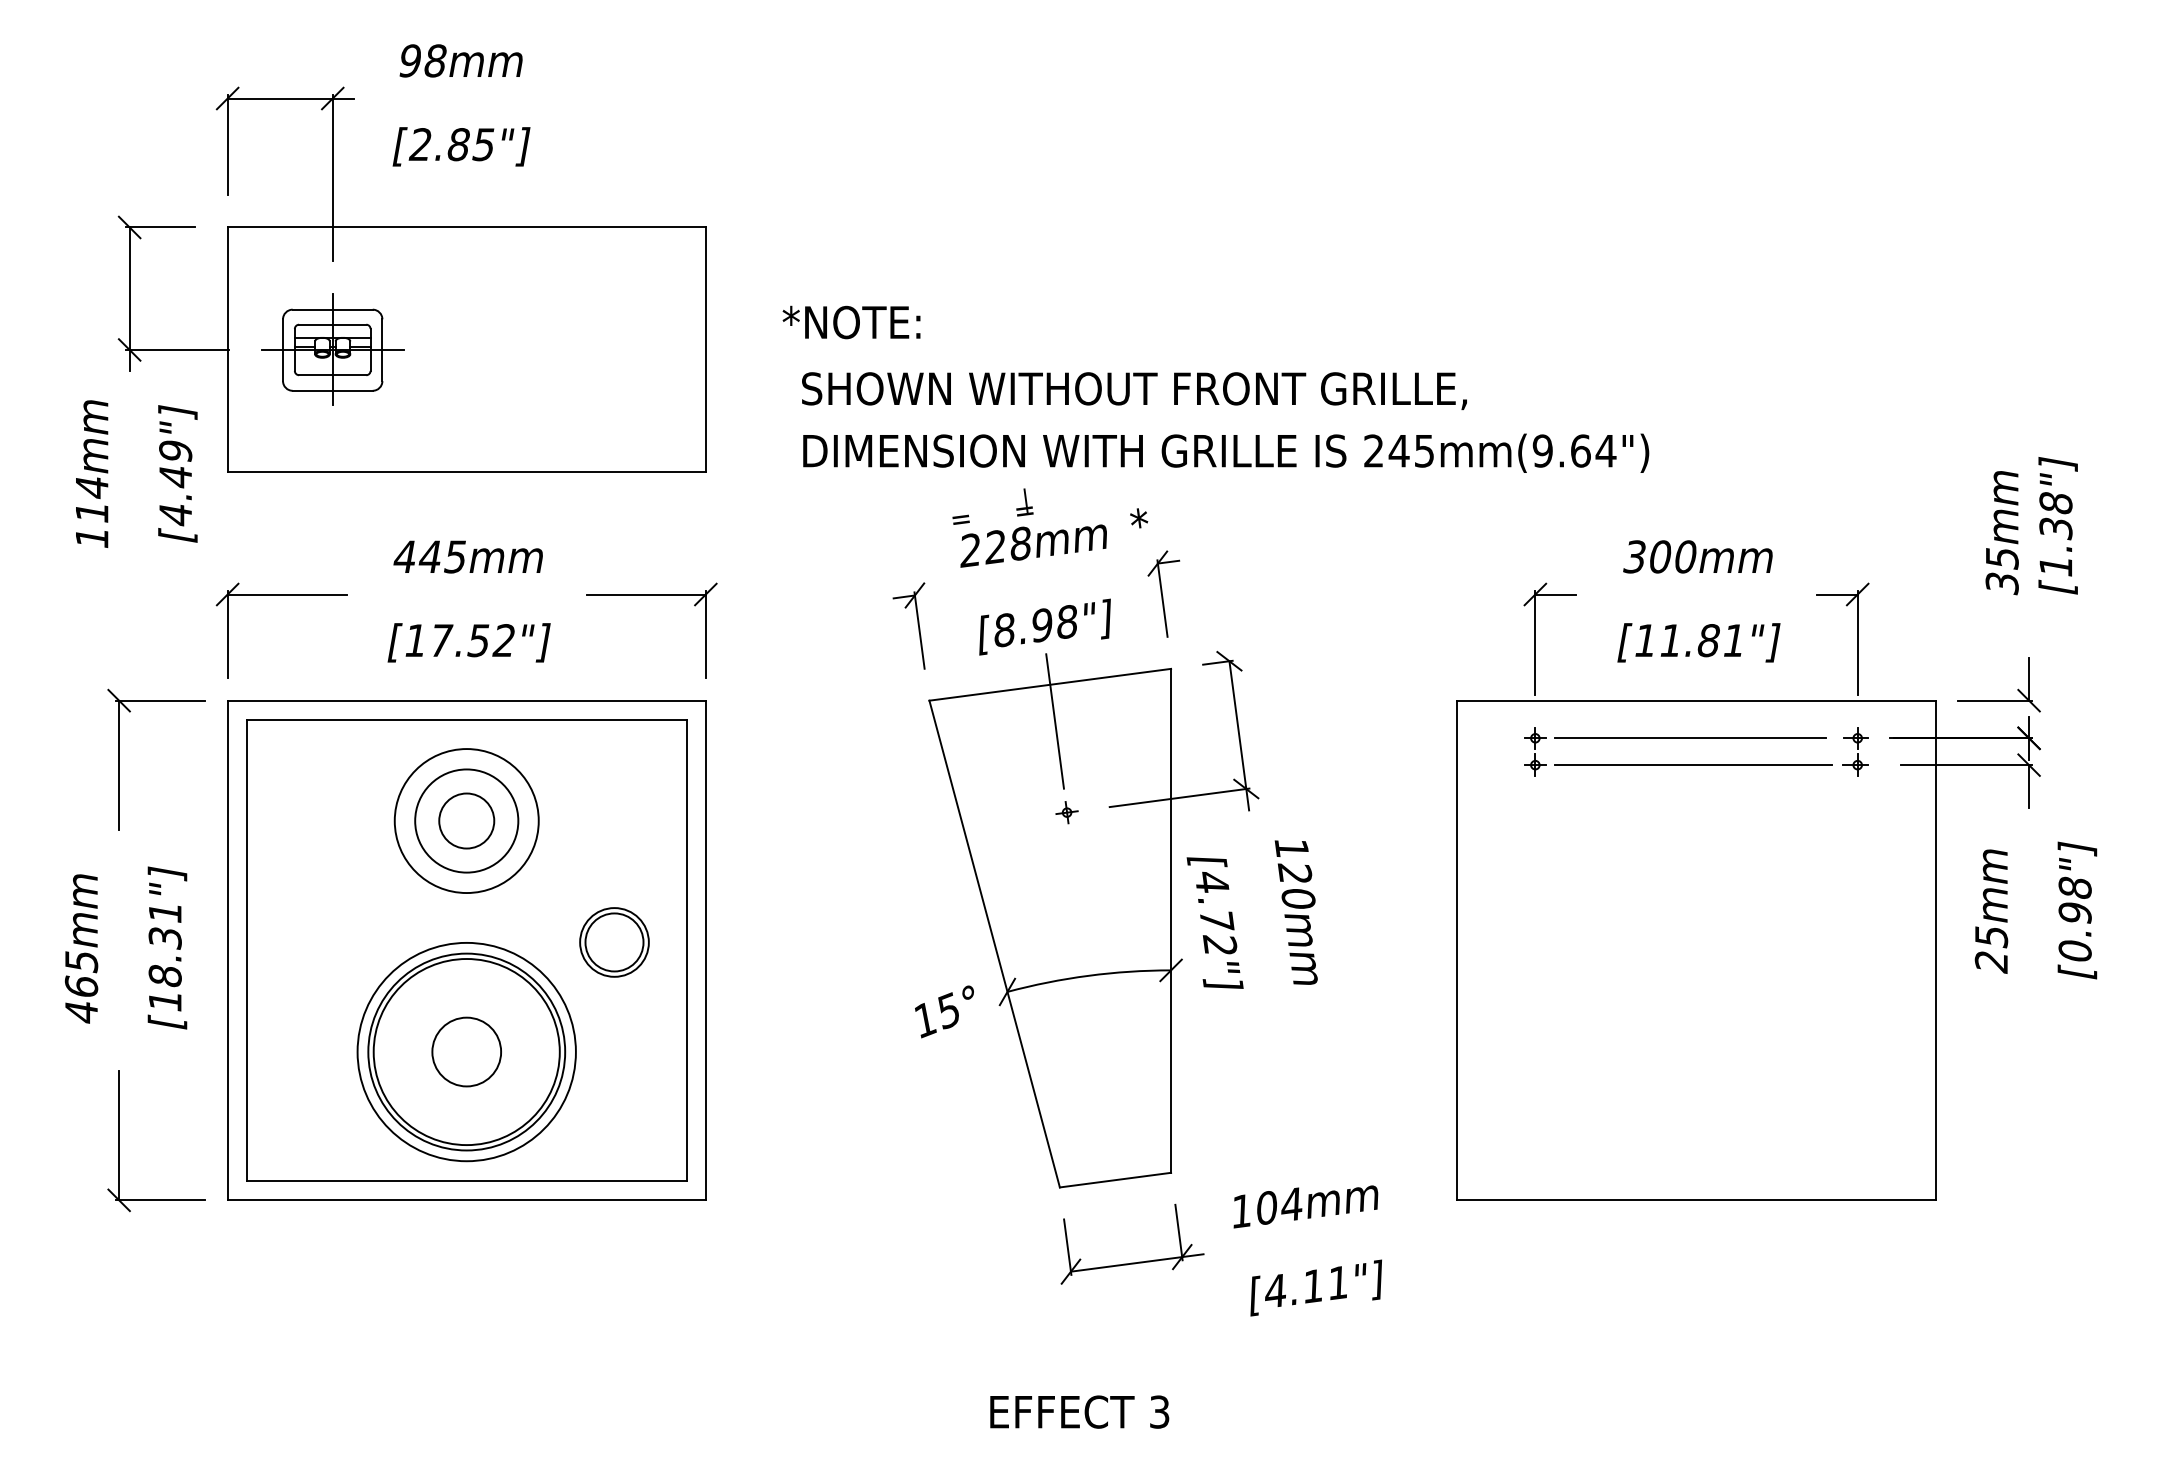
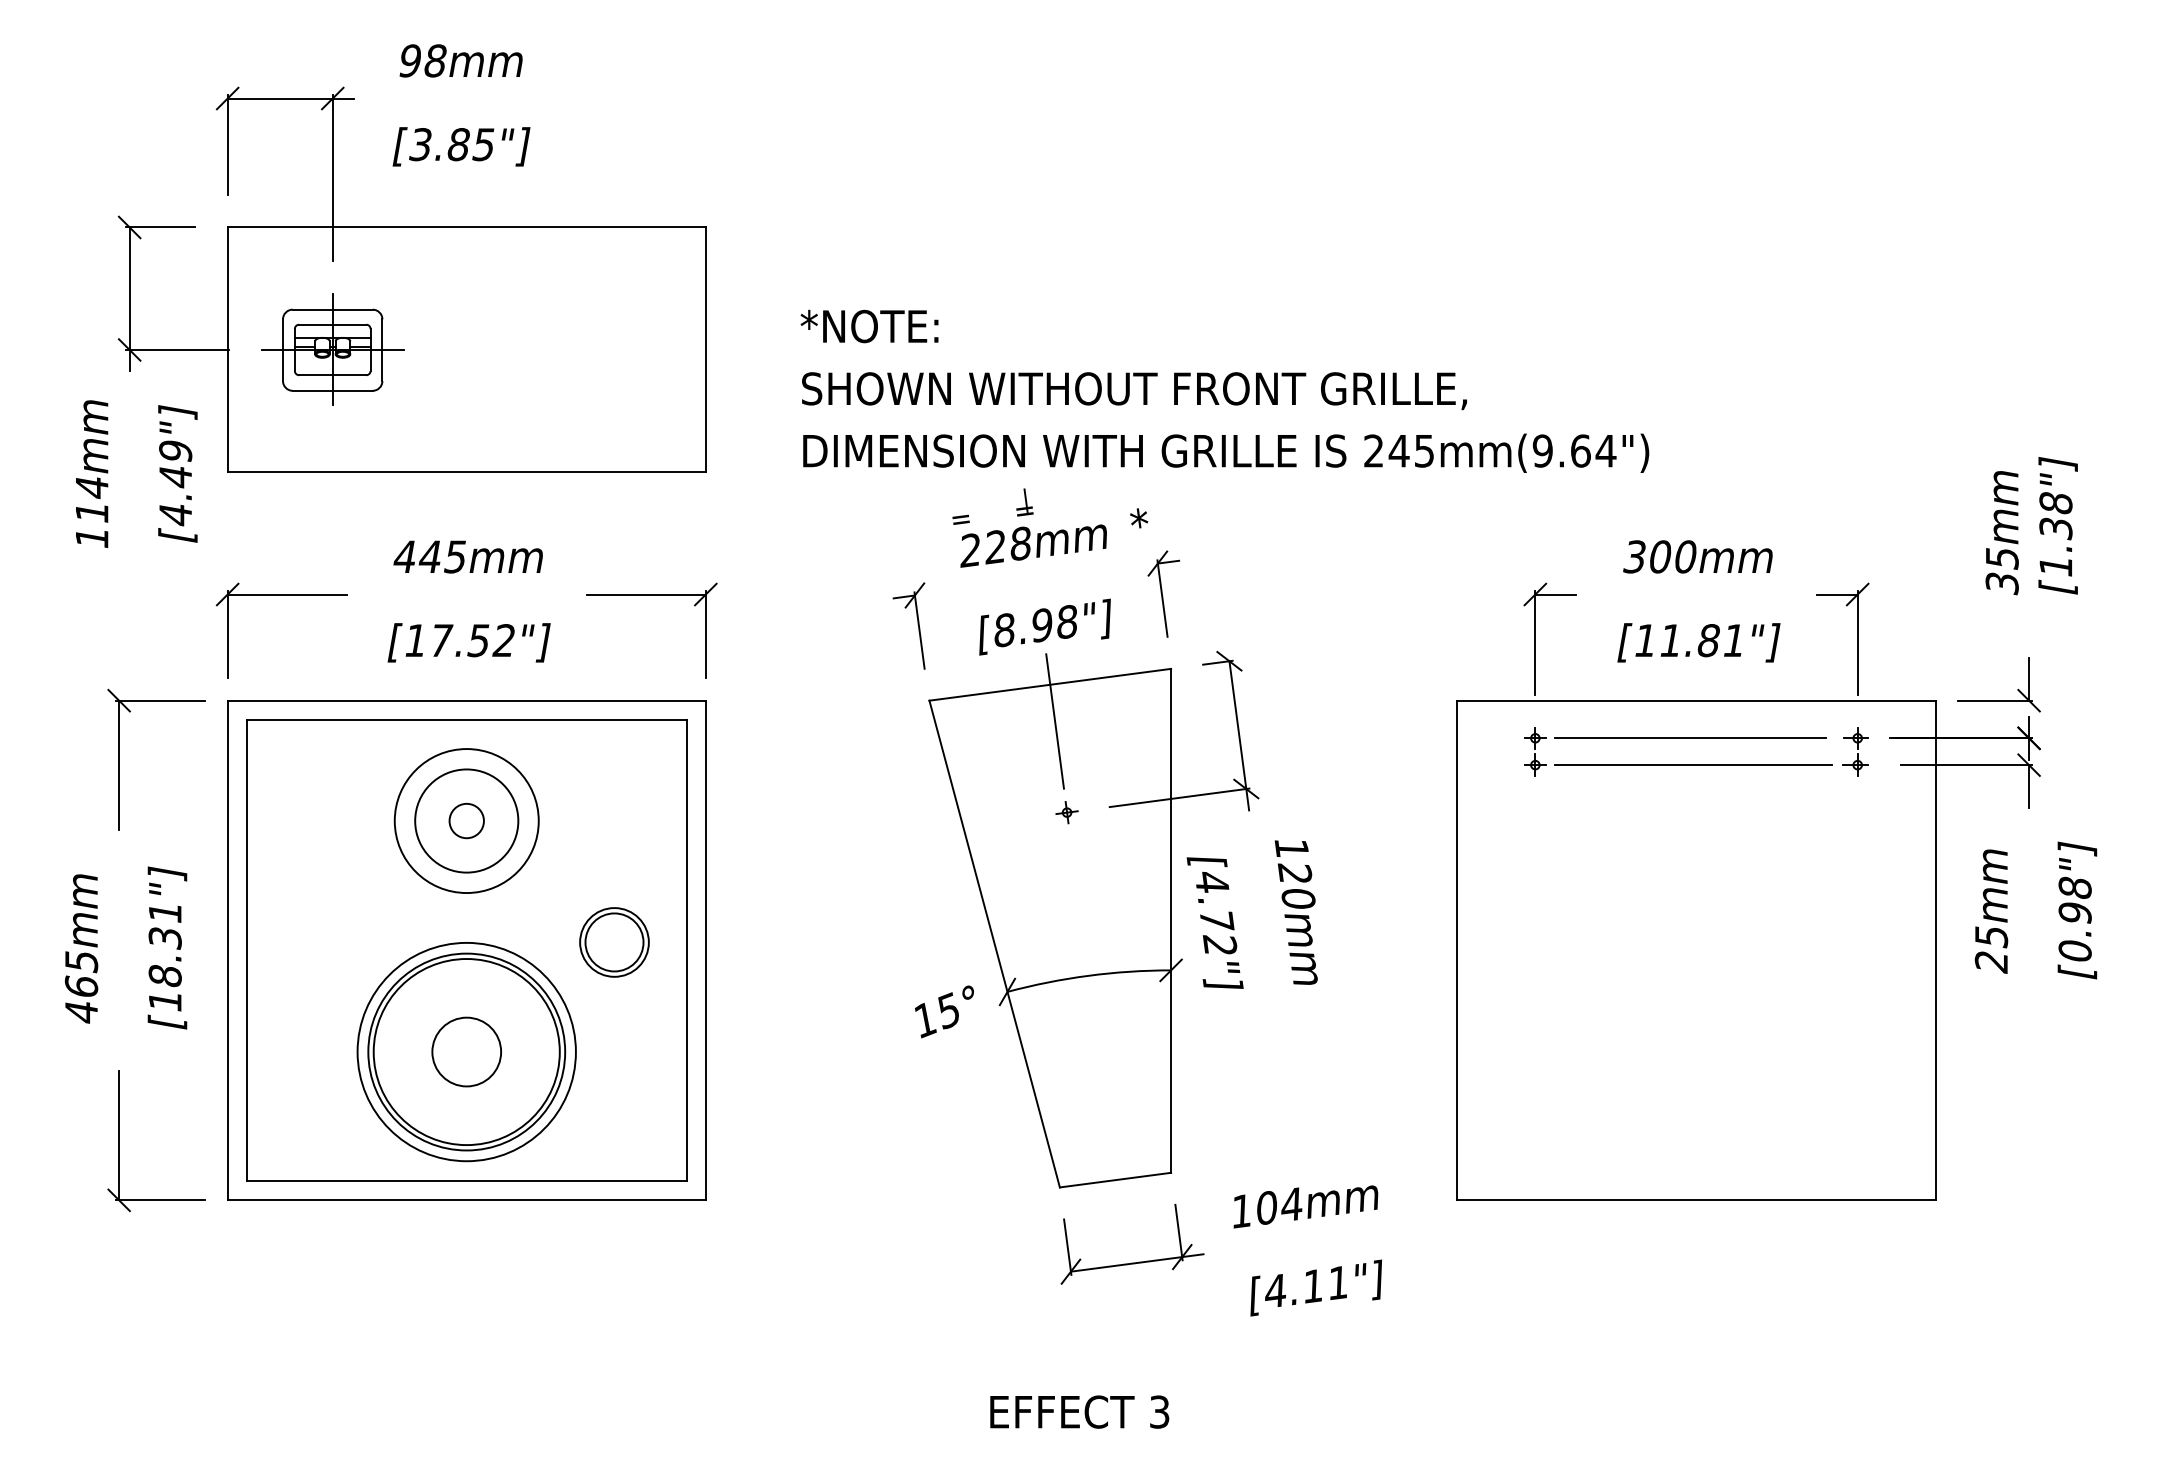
text at (419, 144): [2.85"] -> [3.85"]
text at (851, 322) position: (851, 322) -> (869, 326)
circle at (466, 820) diameter: 55 px -> 34 px
